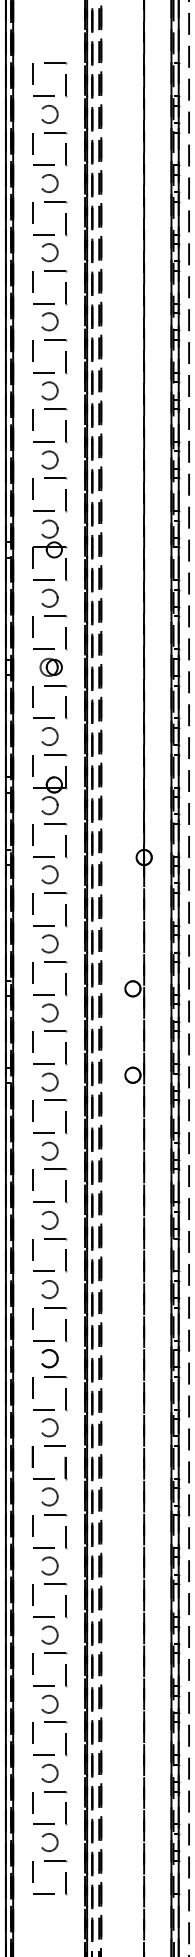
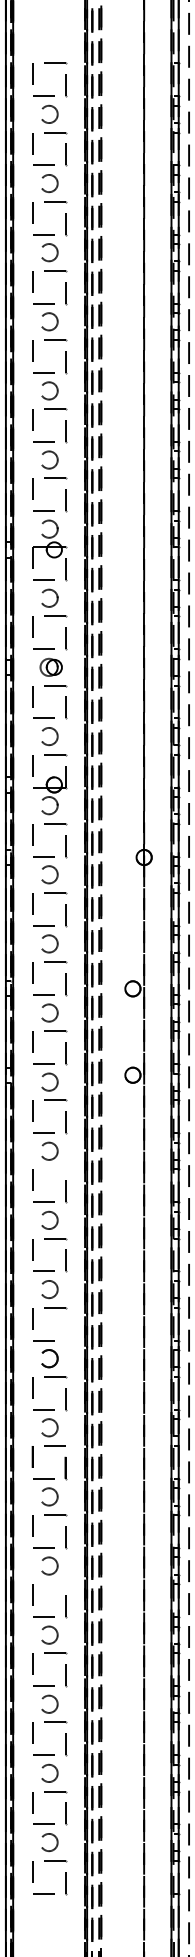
line at (55, 1169): present -> none
line at (66, 1330): present -> none
line at (55, 1584): present -> none
